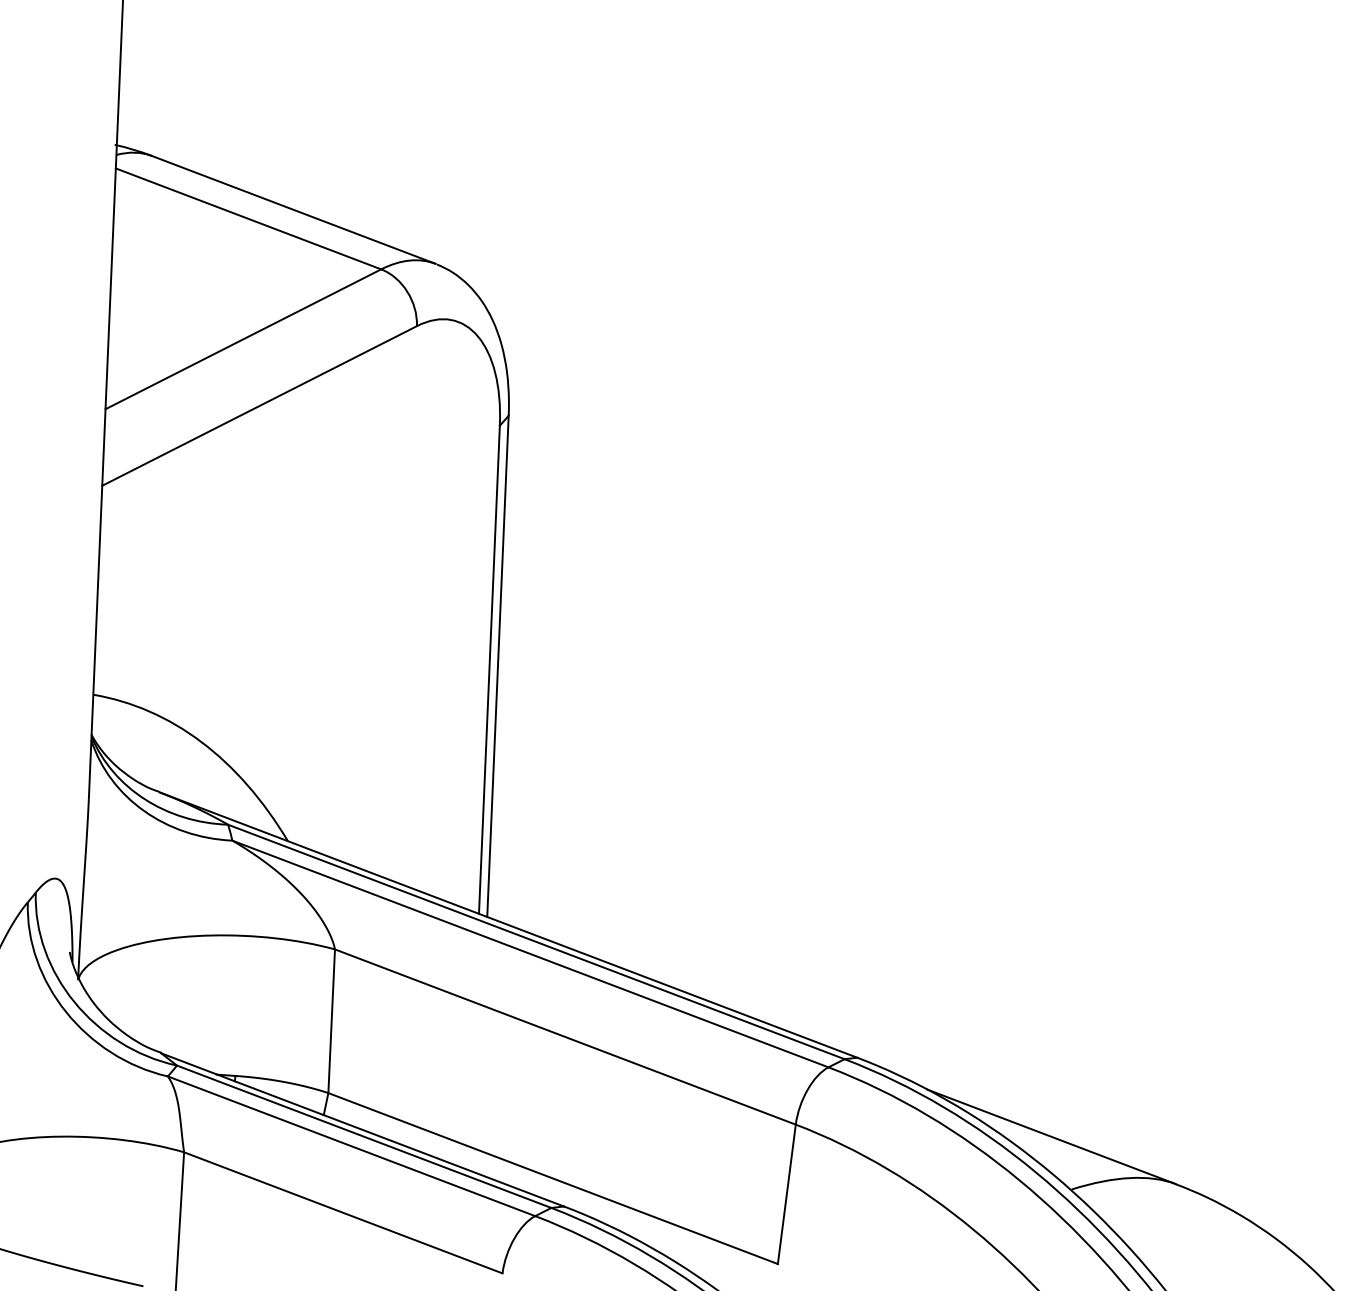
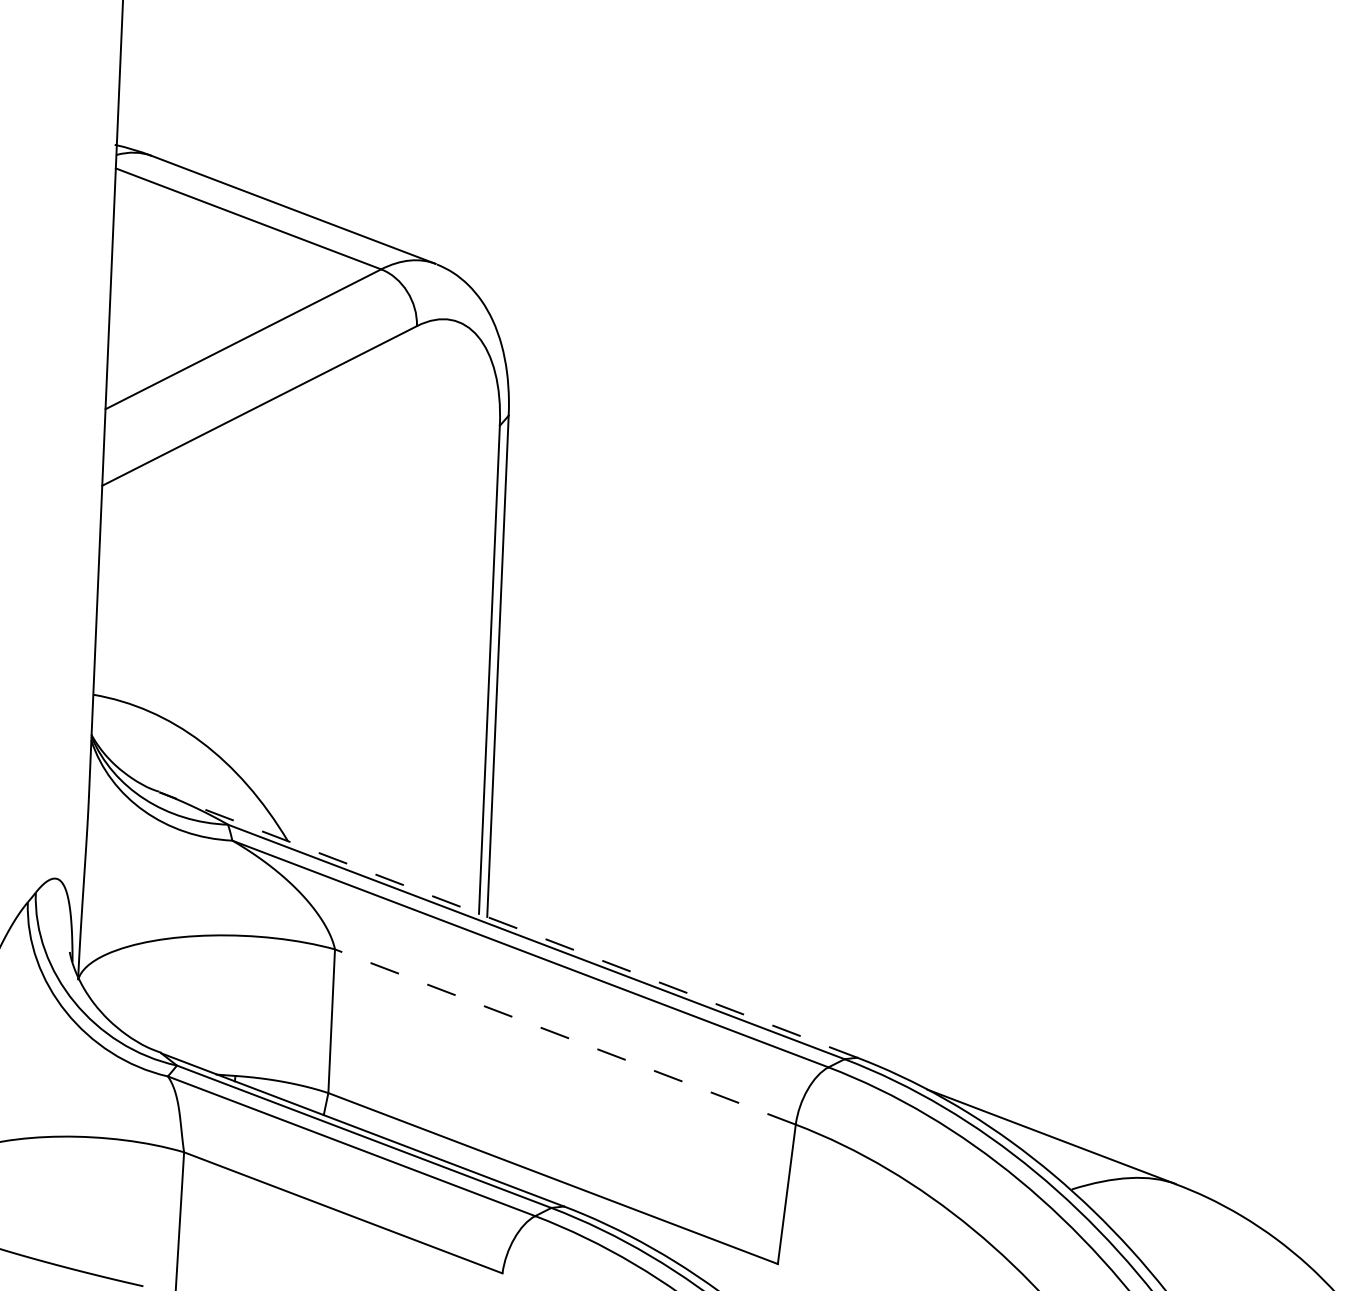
line at (508, 924): solid -> dashed
line at (564, 1036): solid -> dashed
